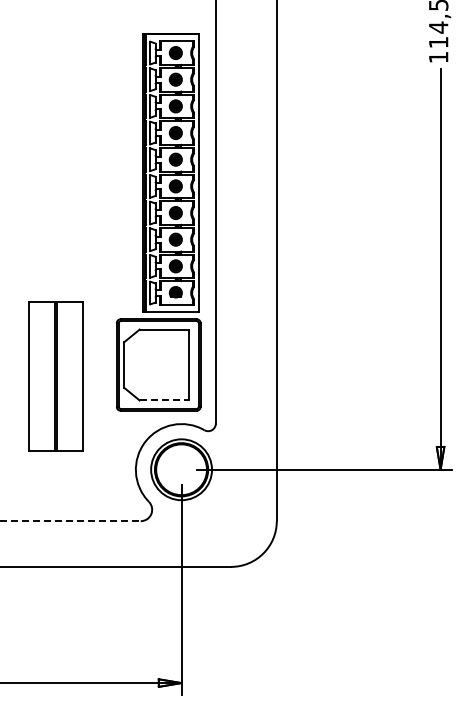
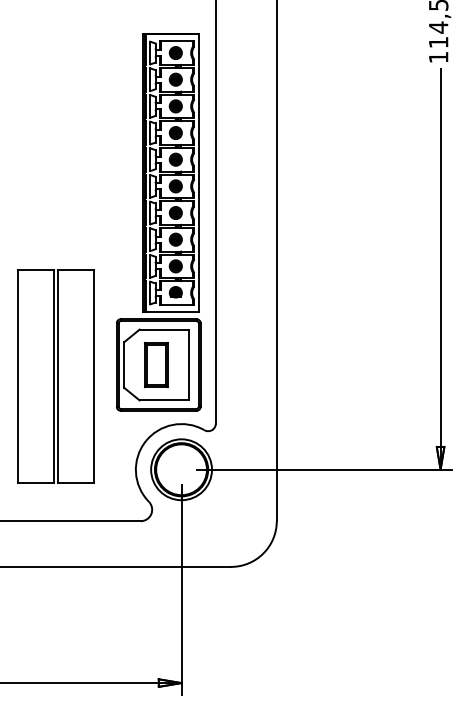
part at (156, 364): none -> present
part at (55, 376) size: 56x151 px -> 78x215 px
line at (164, 400): dashed -> solid
line at (70, 521): dashed -> solid
